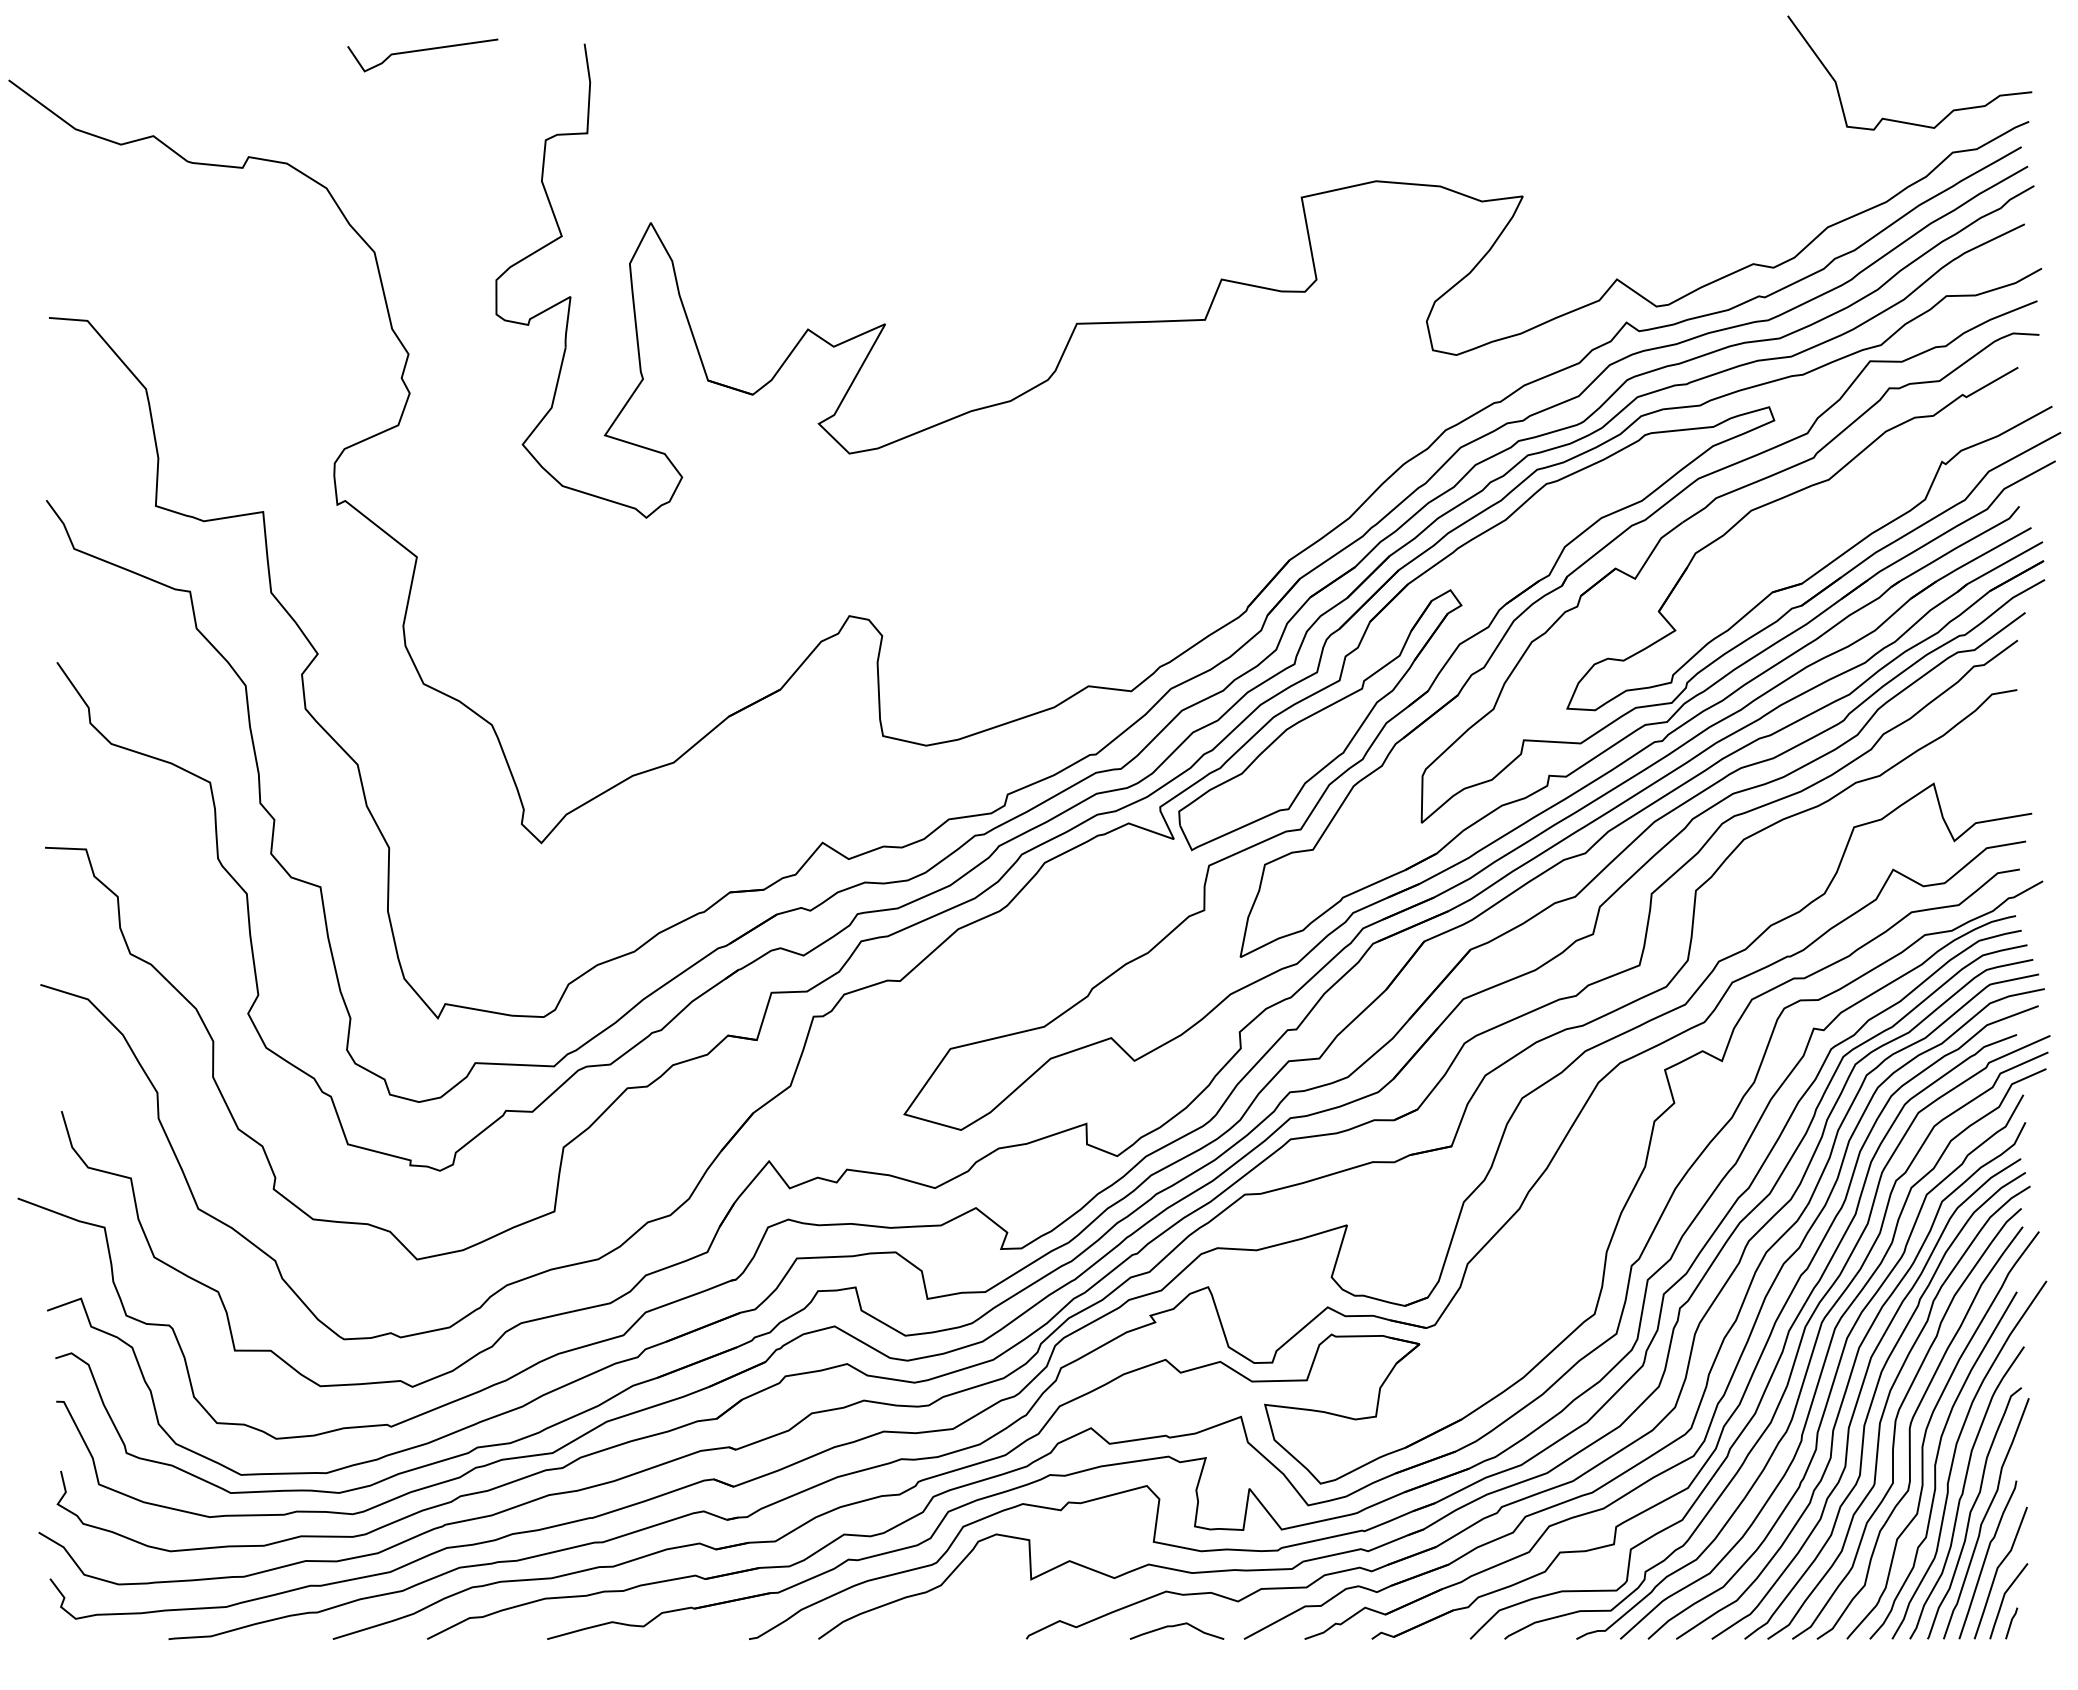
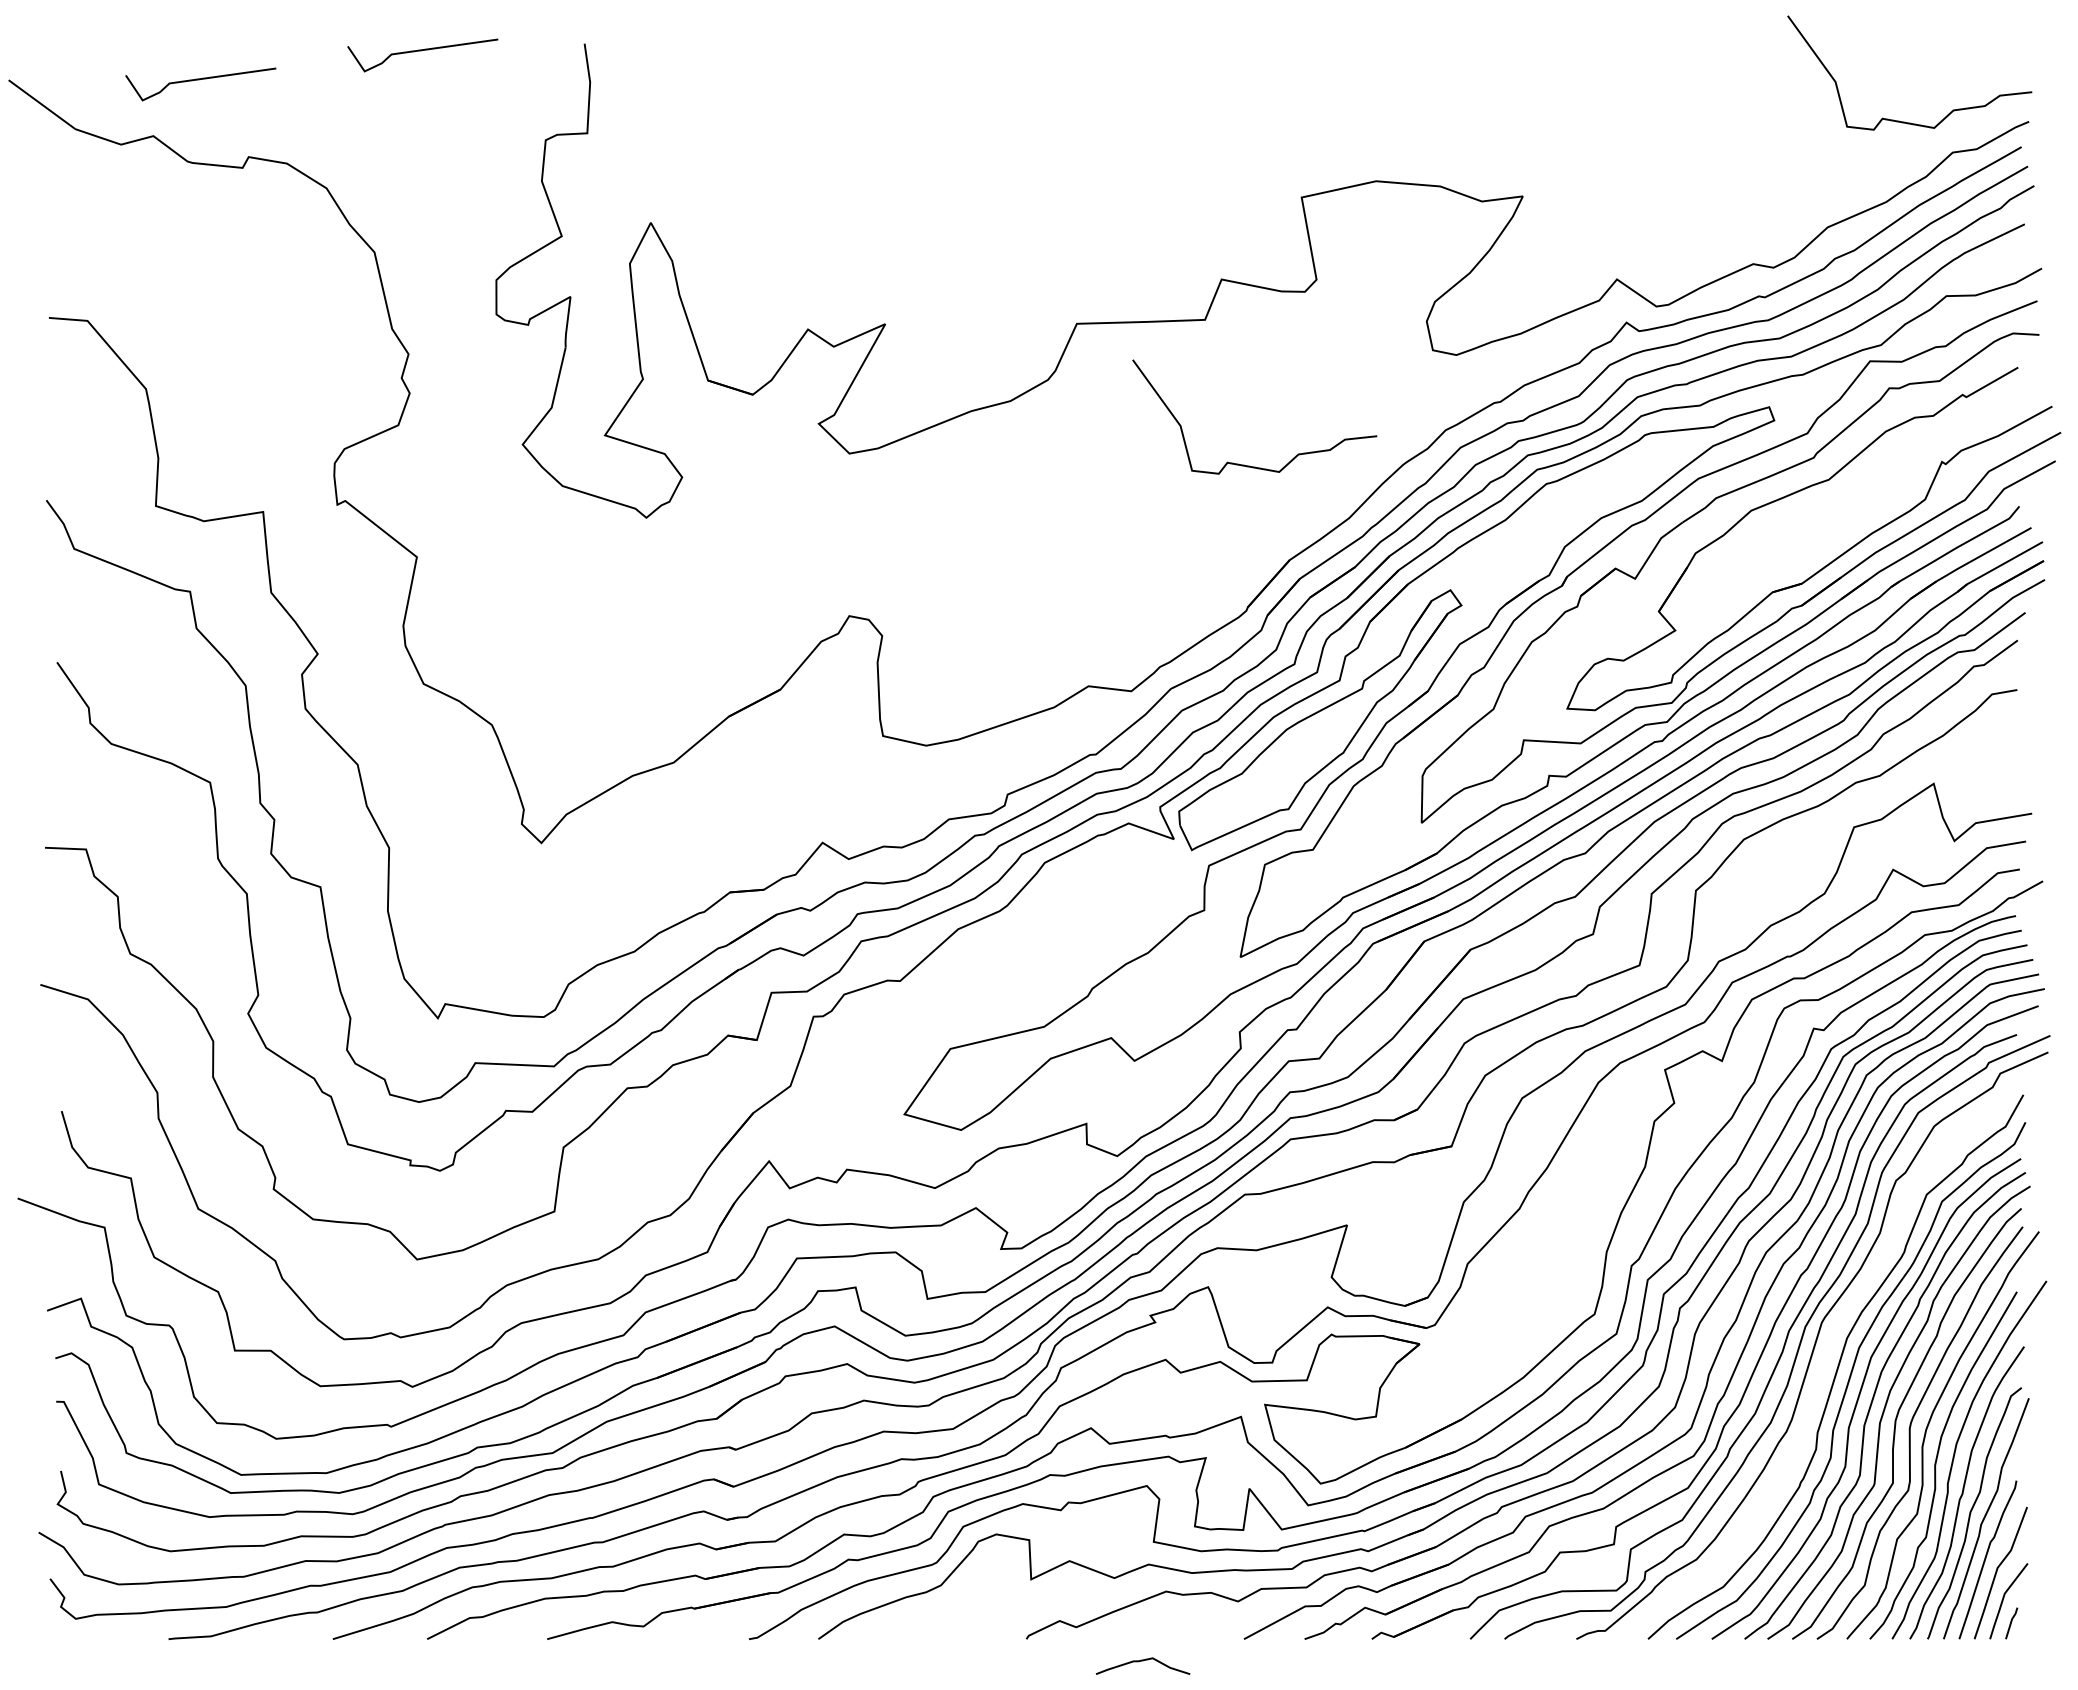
line at (199, 80): none -> present
curve at (1244, 464): none -> present
curve at (1829, 1350): present -> none
curve at (1176, 1626) position: (1176, 1626) -> (1142, 1661)
